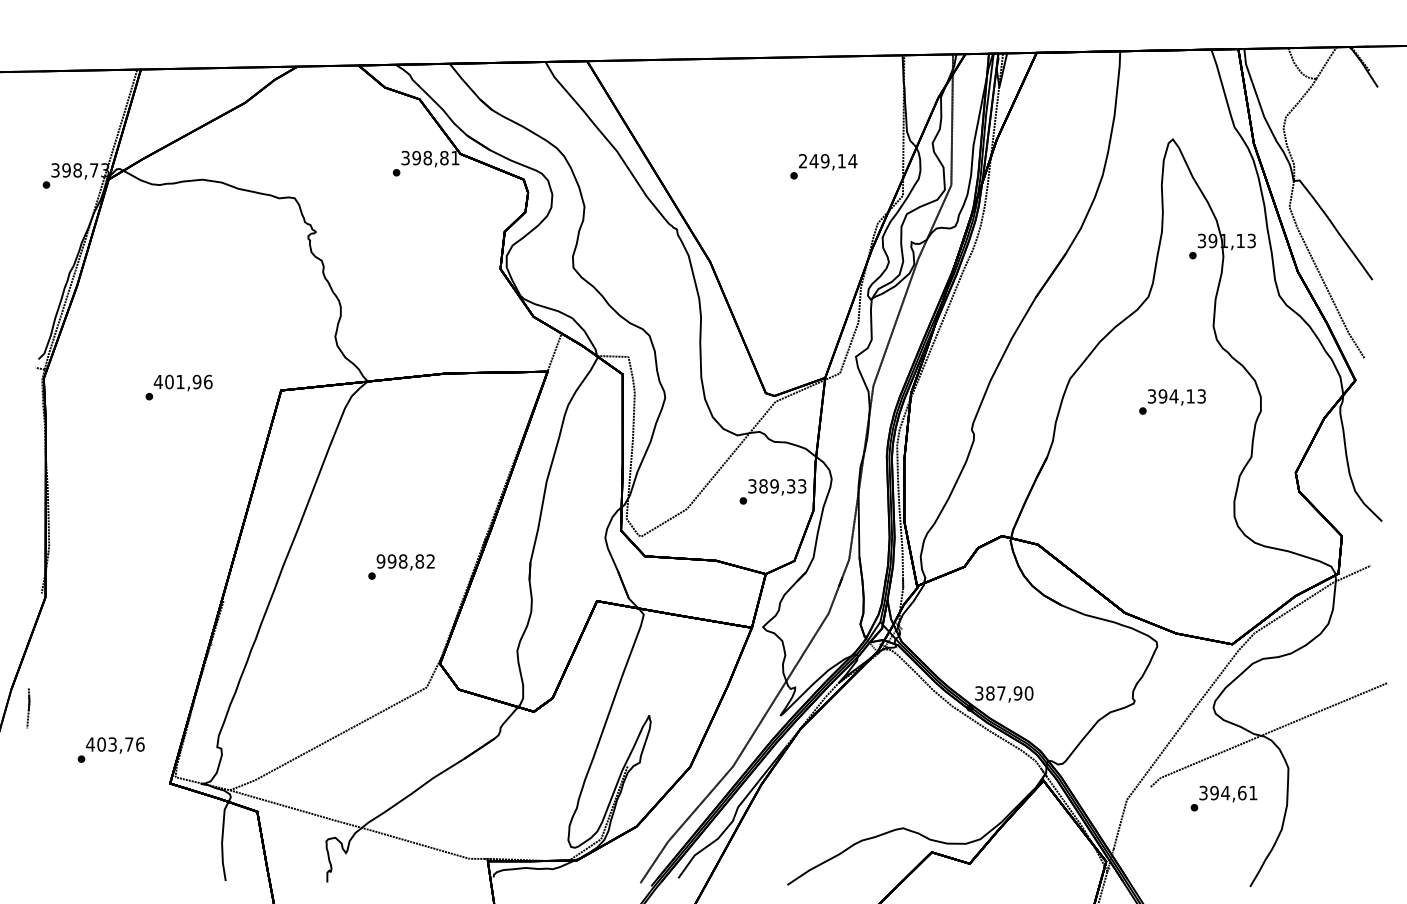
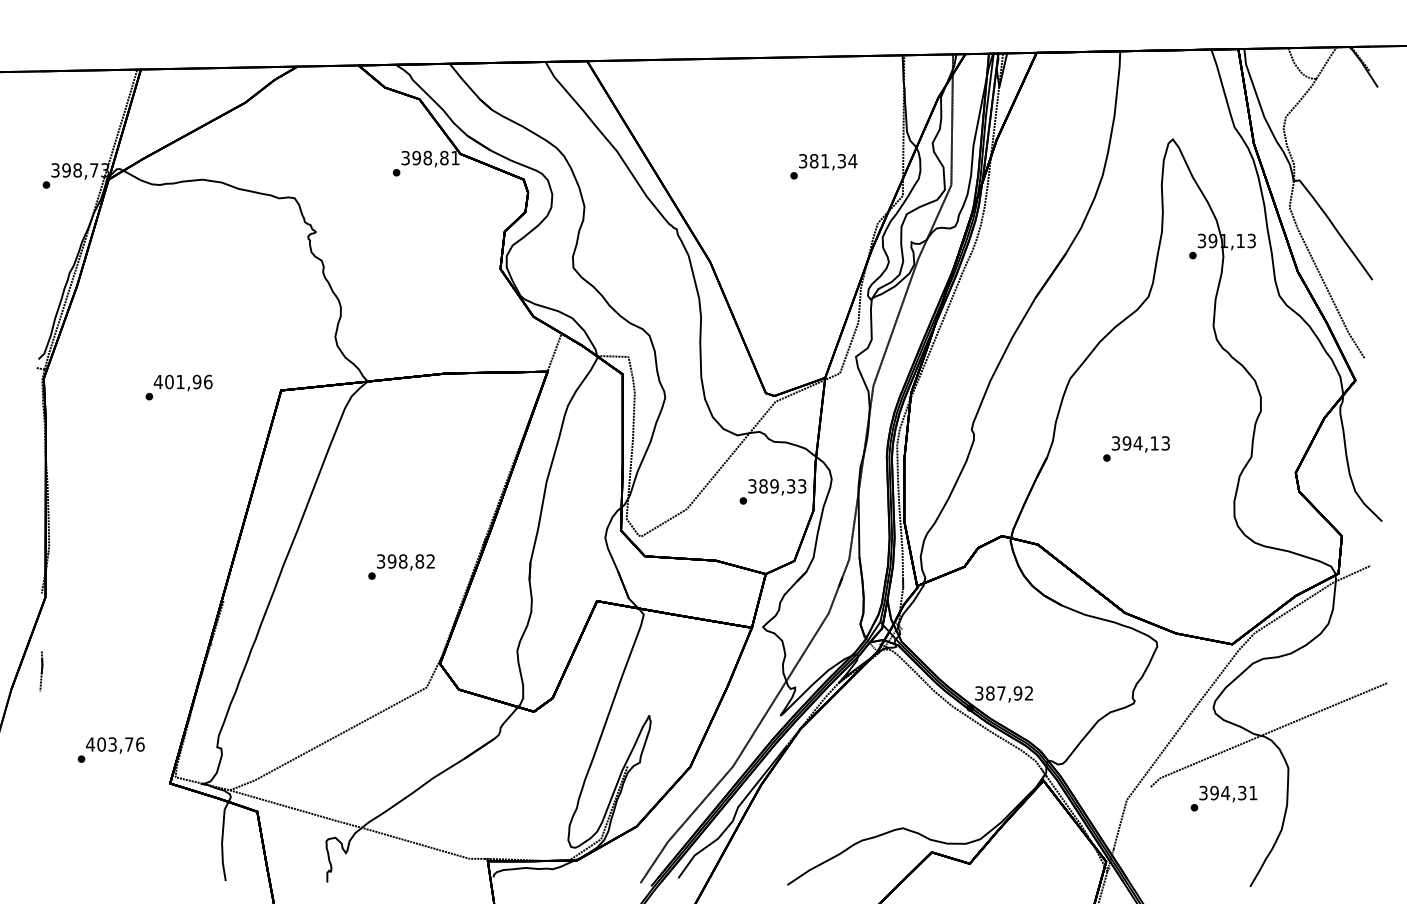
text at (822, 161): 249,14 -> 381,34
text at (1172, 401) position: (1172, 401) -> (1136, 448)
text at (380, 561): 998,82 -> 398,82
text at (1028, 693): 387,90 -> 387,92
line at (28, 708) position: (28, 708) -> (41, 671)
text at (1242, 792): 394,61 -> 394,31
